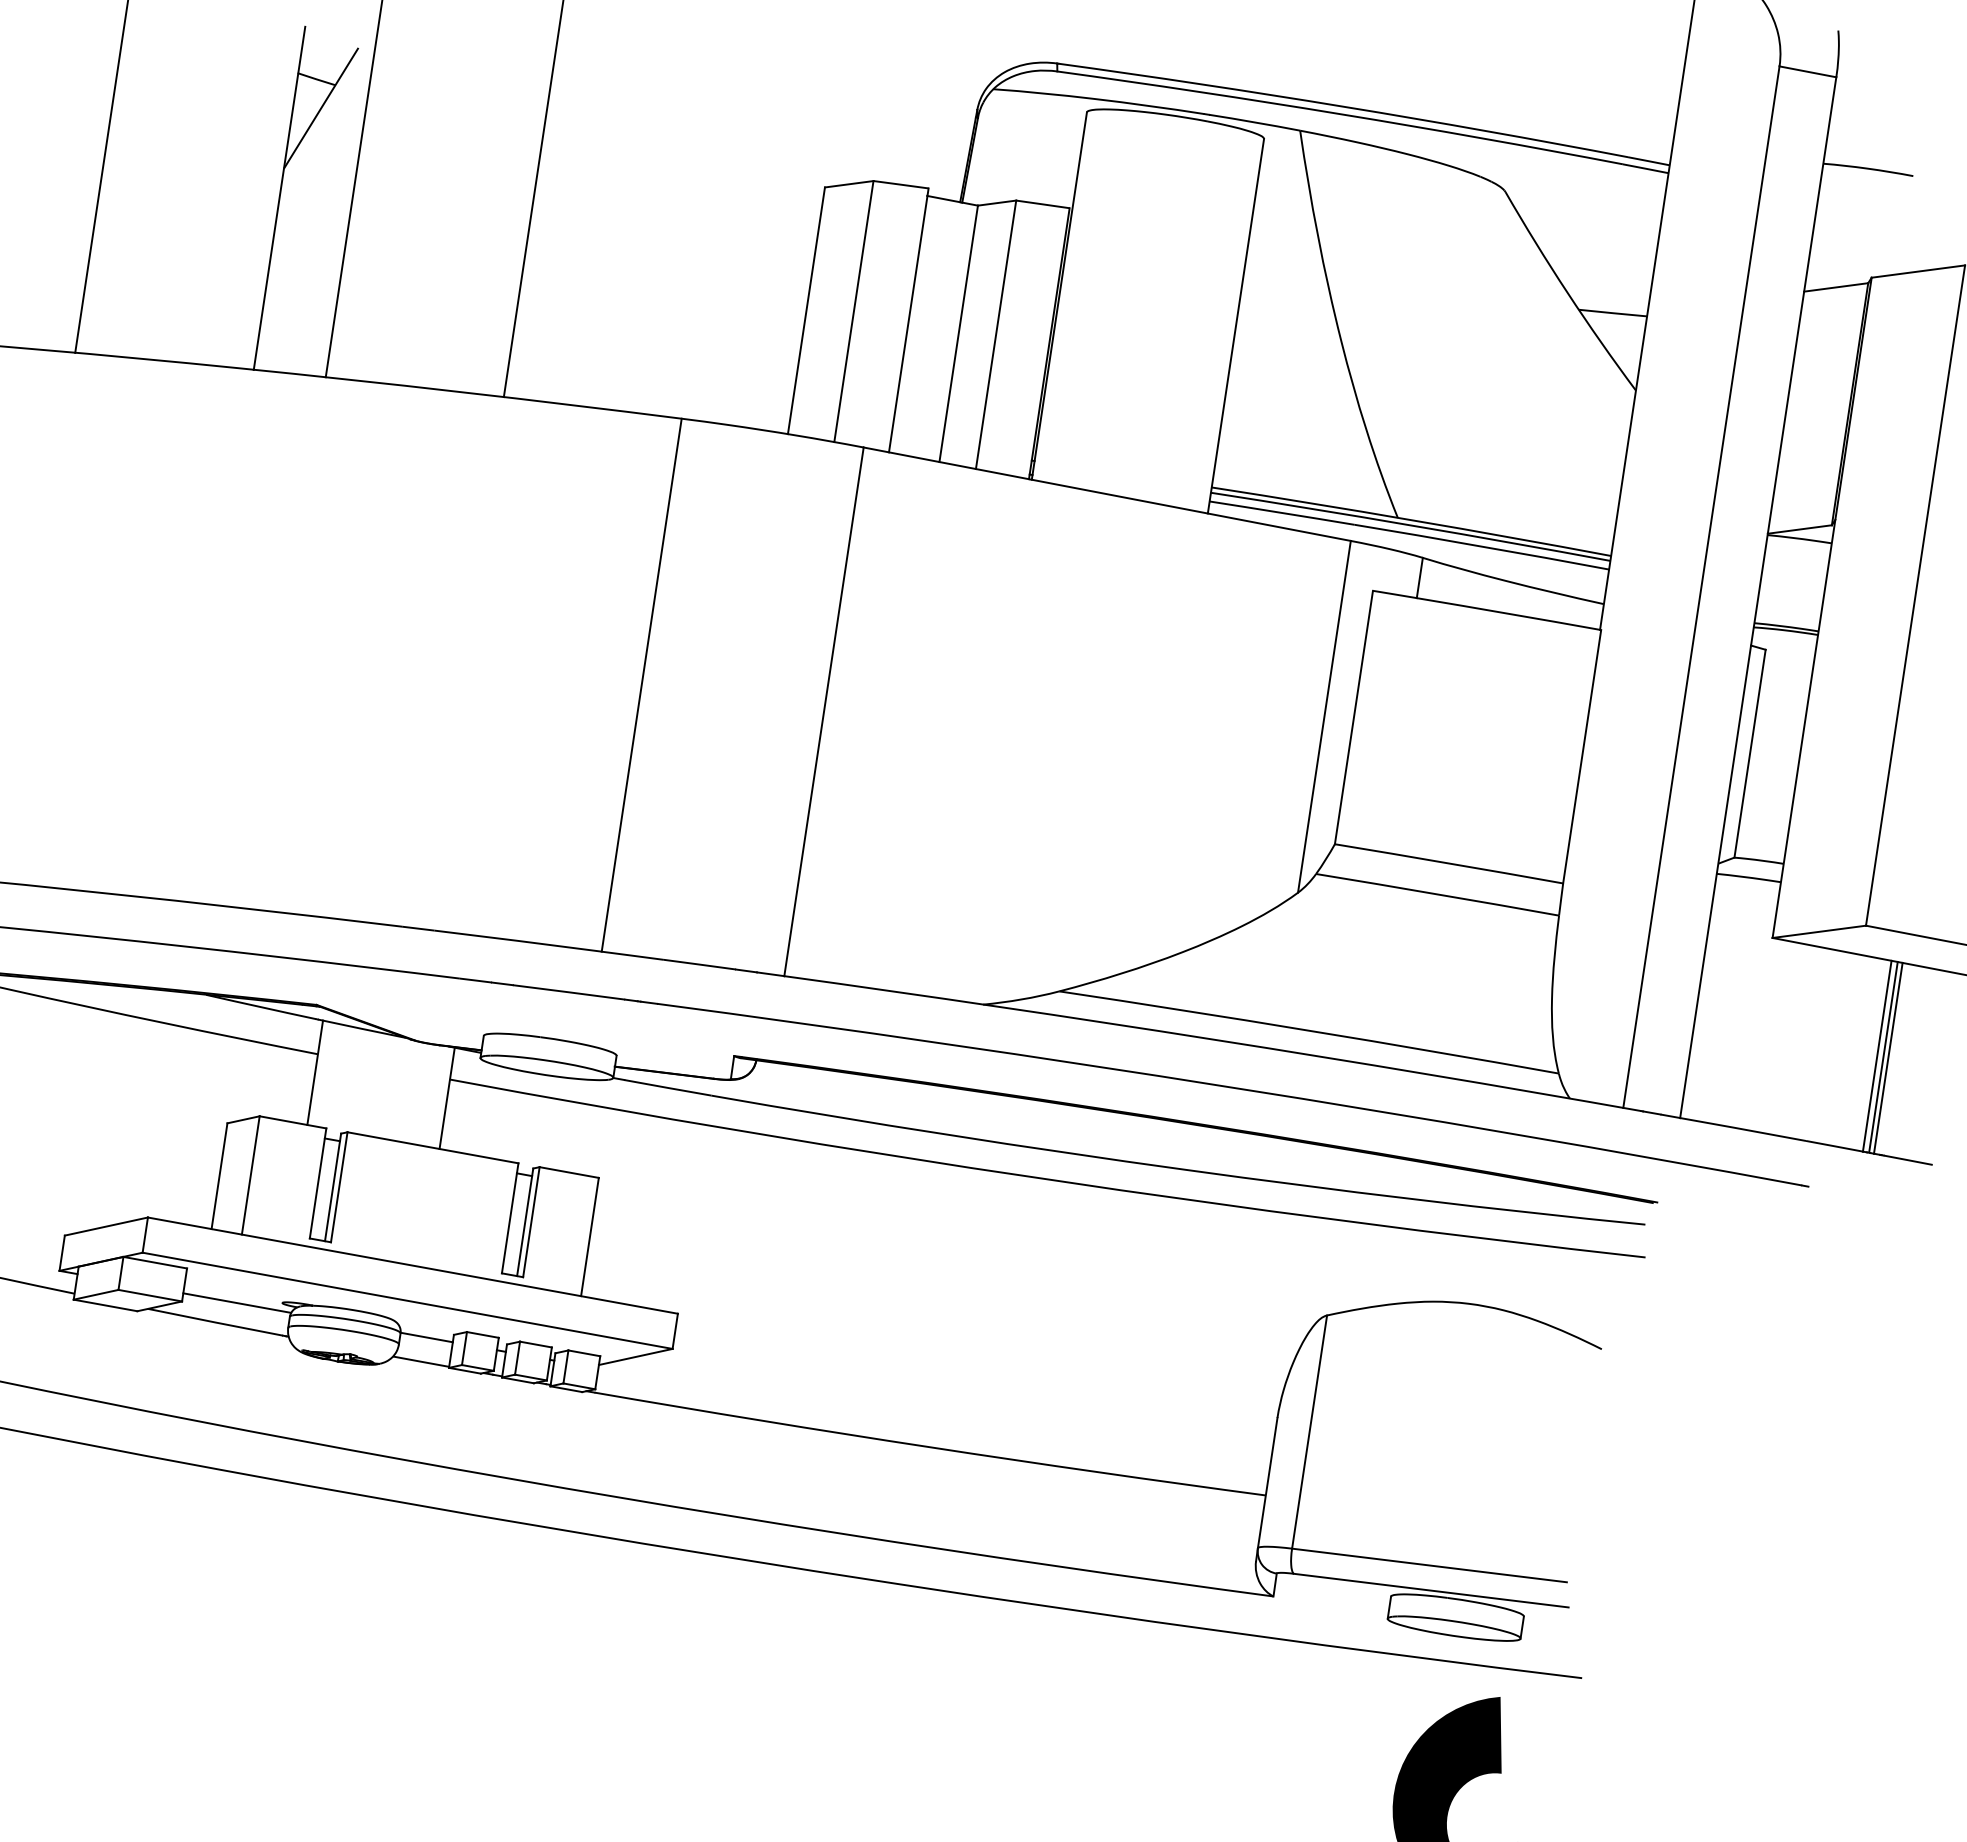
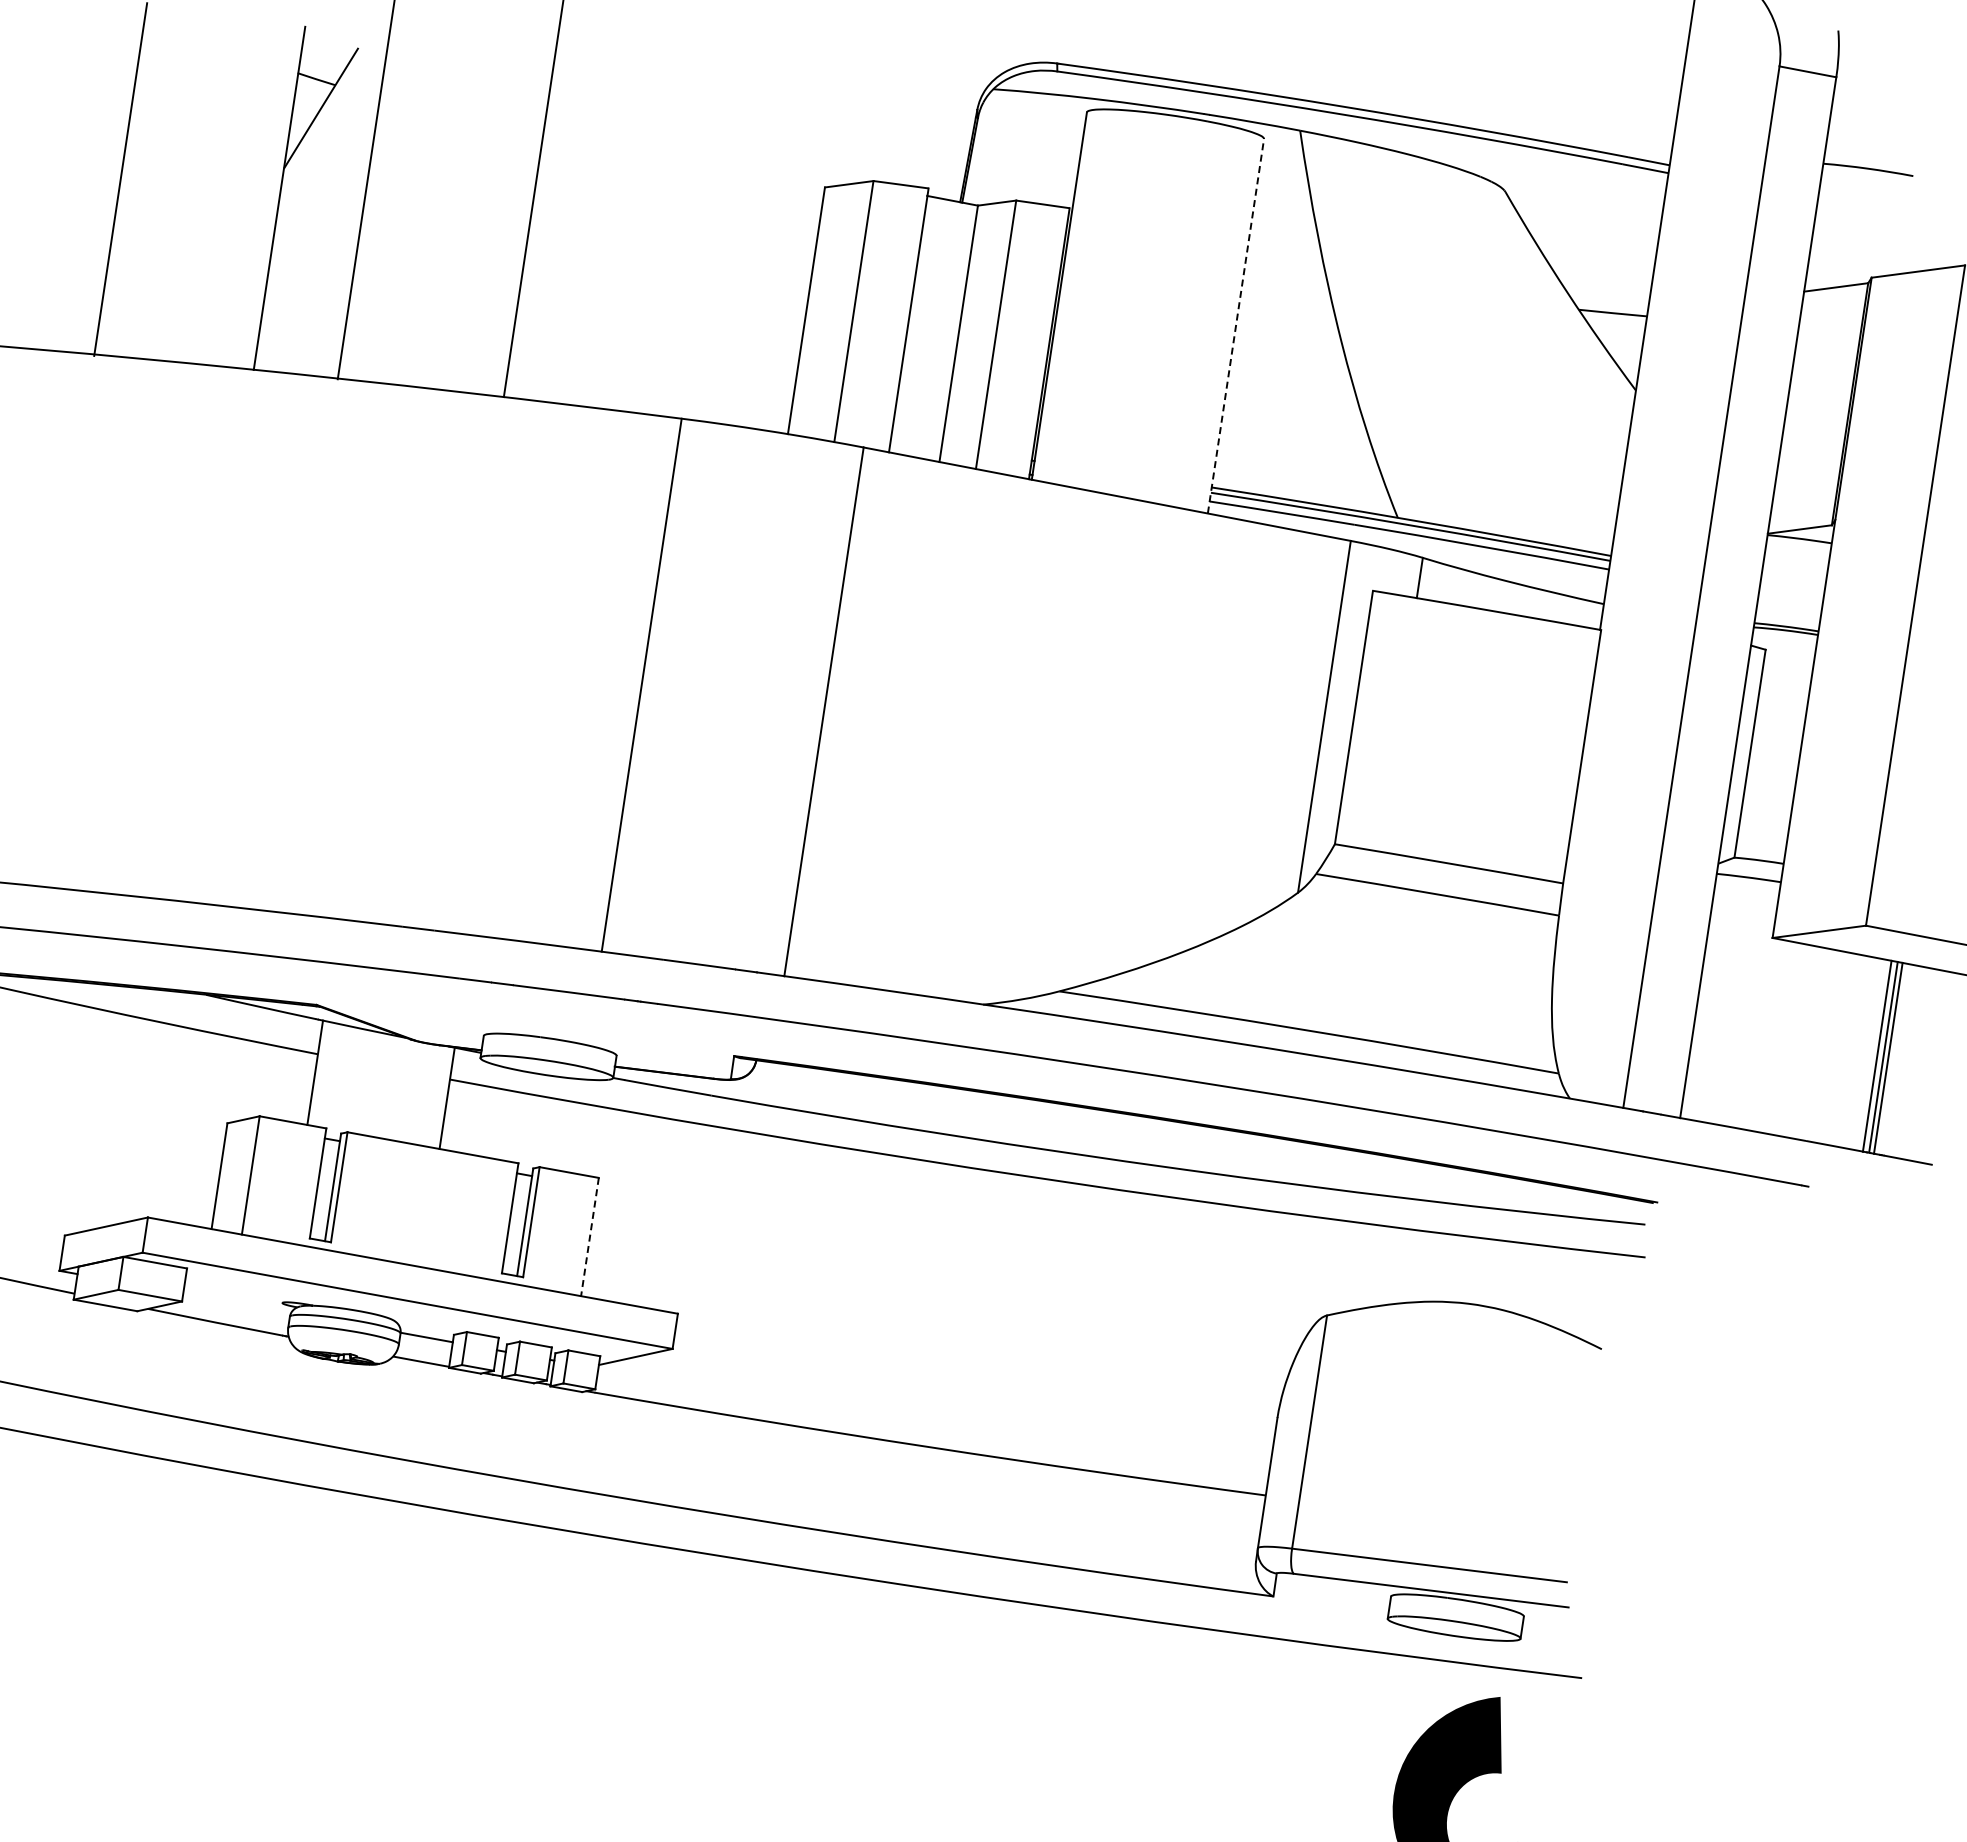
line at (101, 177) position: (101, 177) -> (120, 179)
line at (353, 189) position: (353, 189) -> (365, 190)
line at (1236, 325): solid -> dashed
line at (589, 1237): solid -> dashed
line at (237, 1302): present -> none
